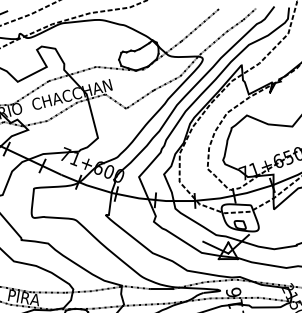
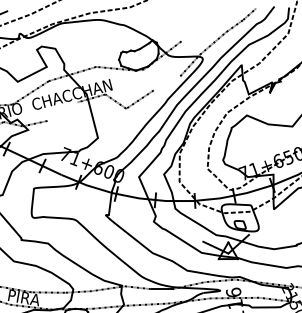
line at (200, 25): present -> none
line at (166, 83): present -> none
line at (62, 111): present -> none
